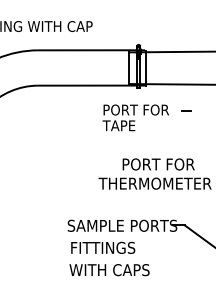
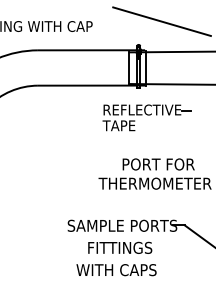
line at (161, 21): none -> present
text at (143, 109): PORT FOR -> REFLECTIVE
text at (103, 247) position: (103, 247) -> (120, 247)
text at (109, 270) position: (109, 270) -> (116, 270)
